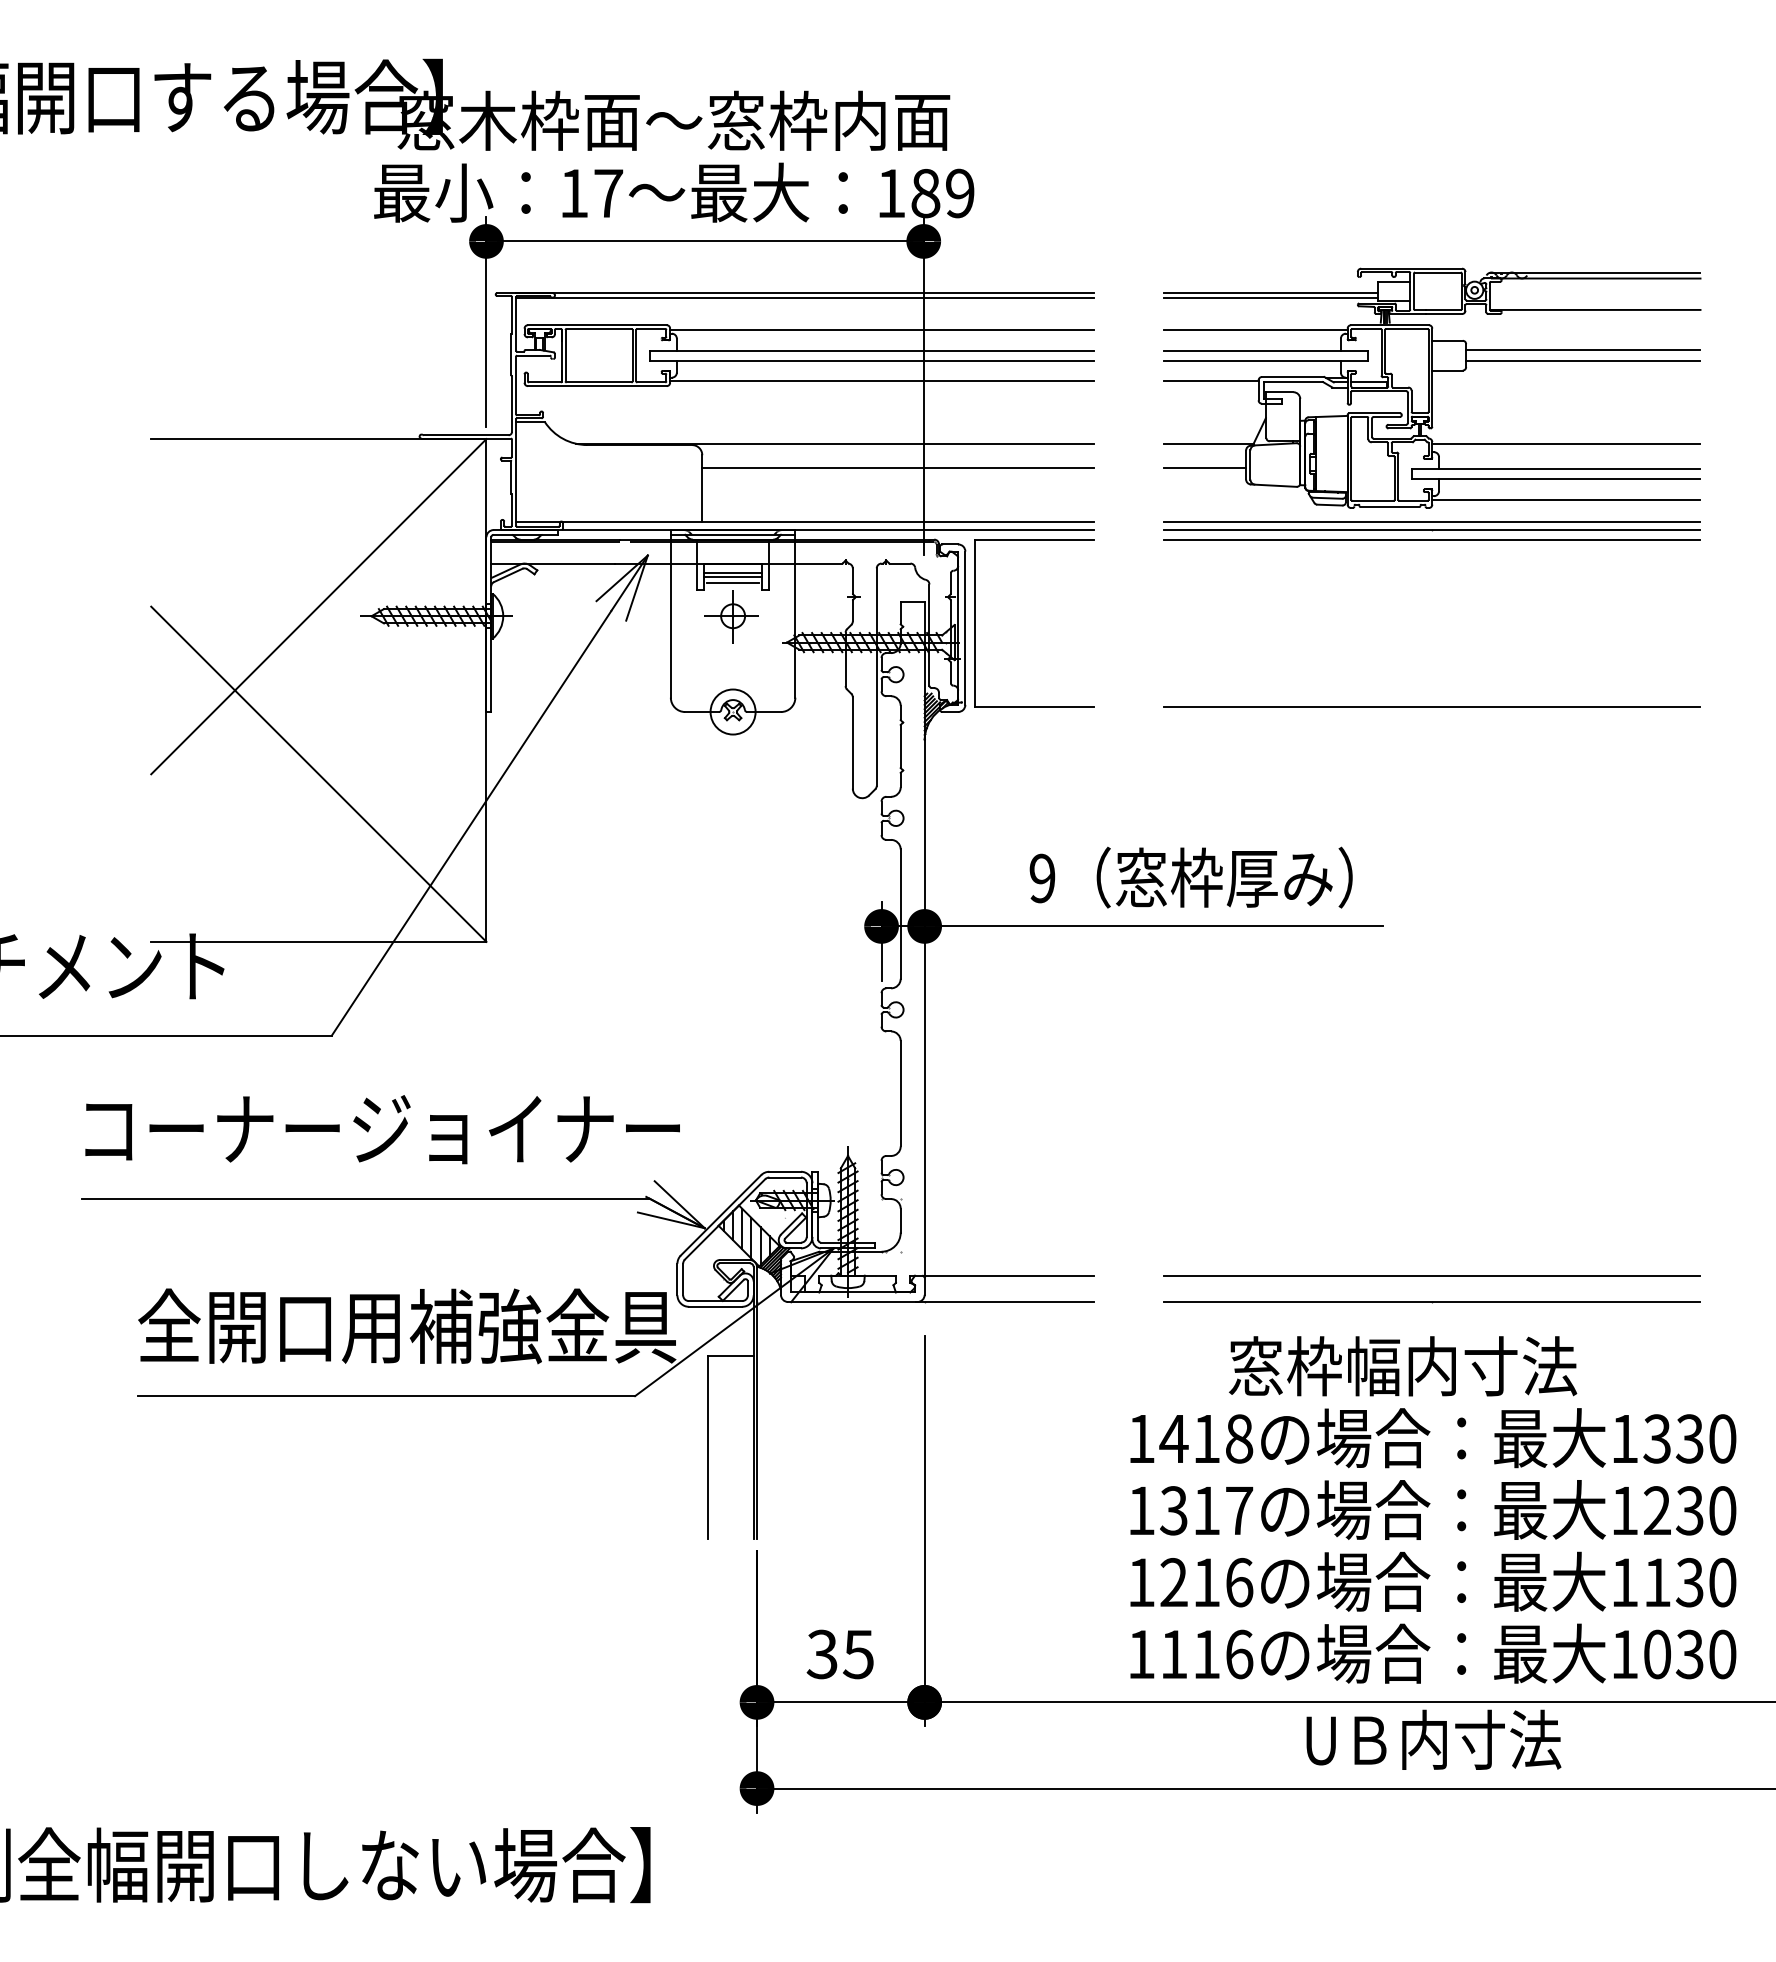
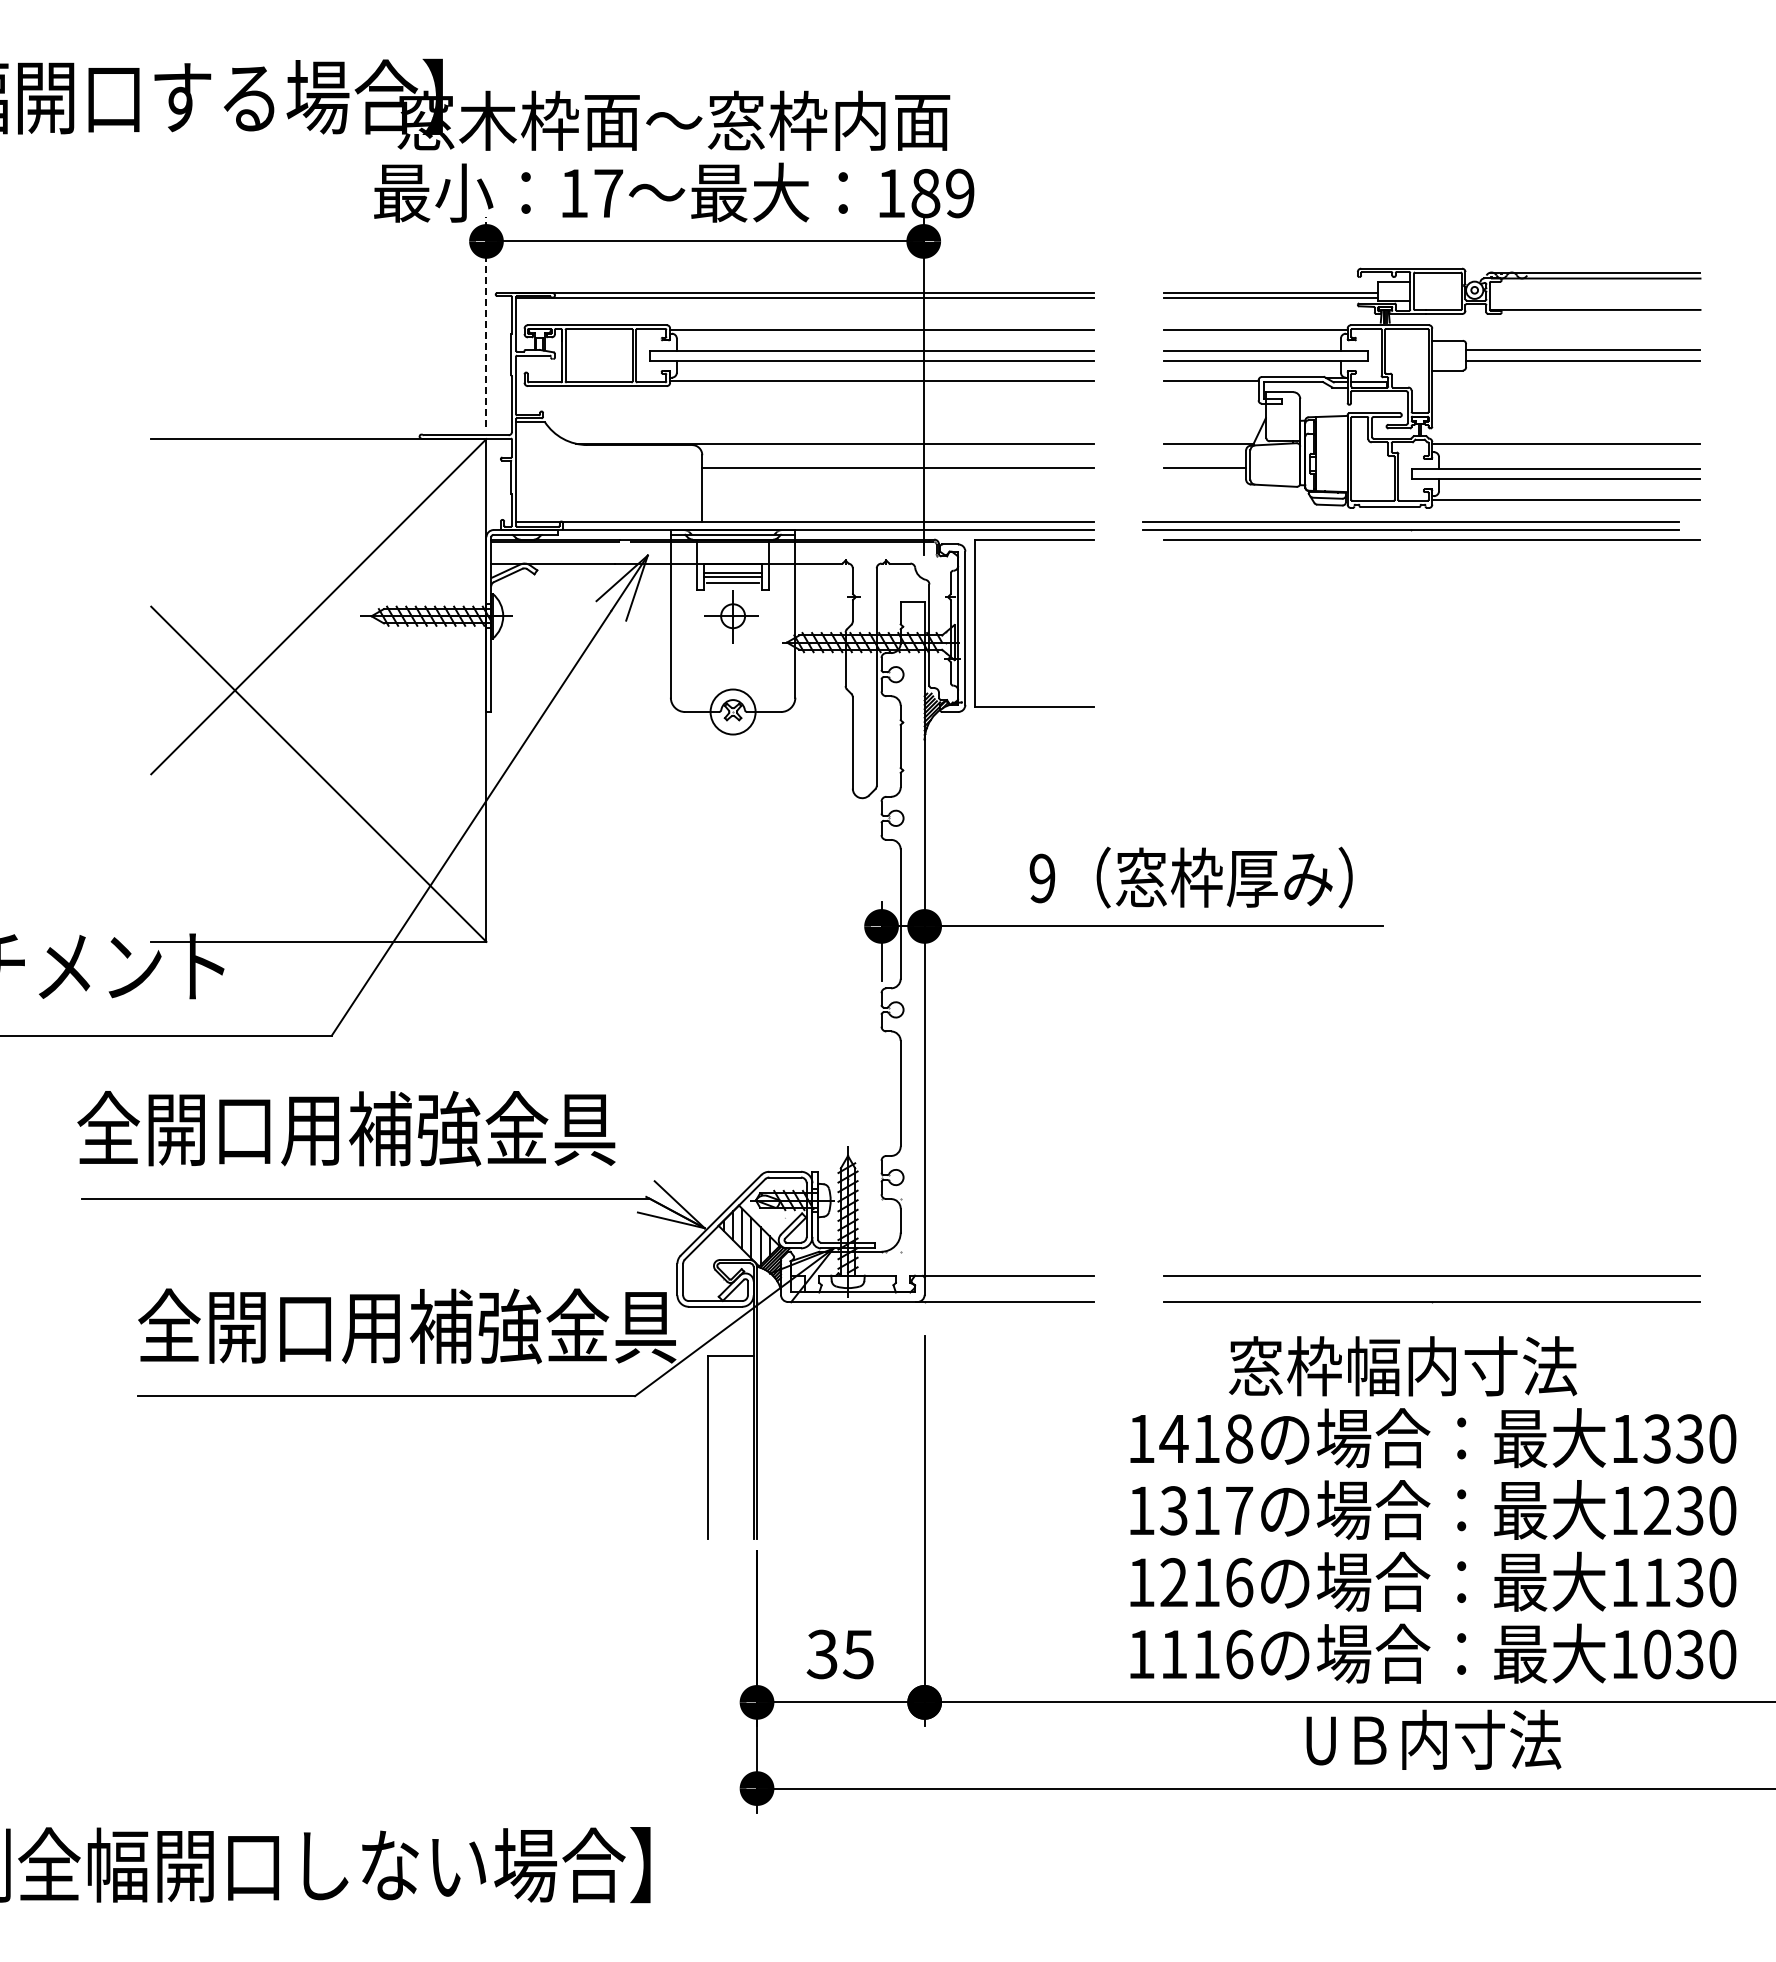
line at (486, 322): solid -> dashed
part at (1431, 526) position: (1431, 526) -> (1410, 526)
line at (1432, 707): present -> none
text at (378, 1128): コーナージョイナー -> 全開口用補強金具
